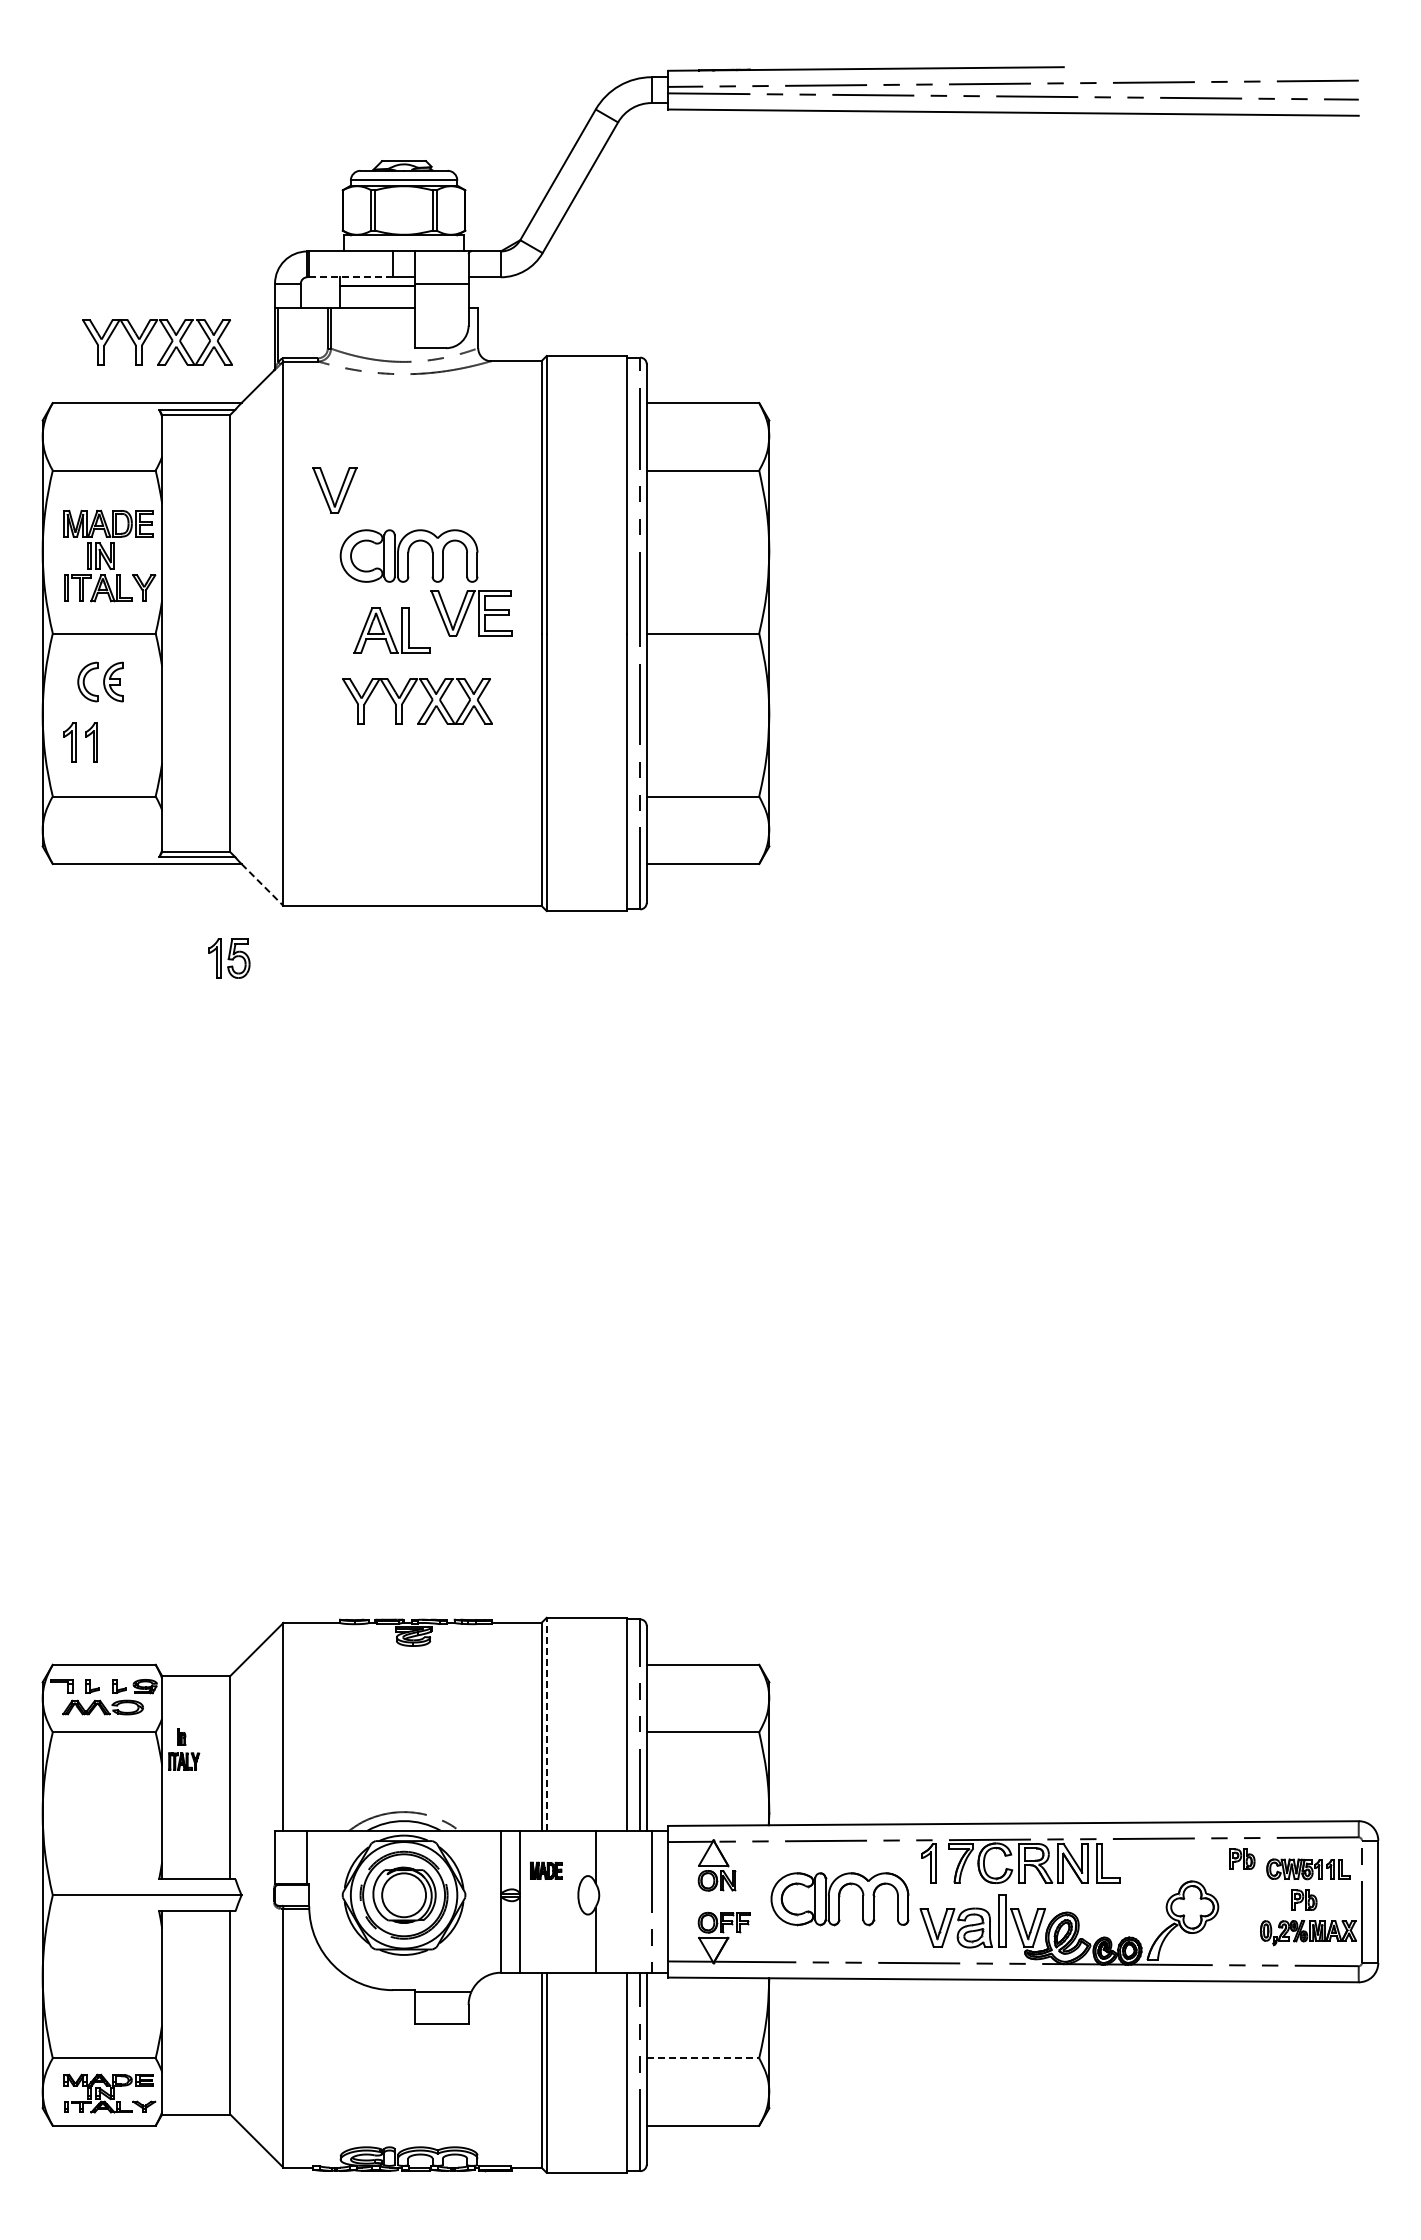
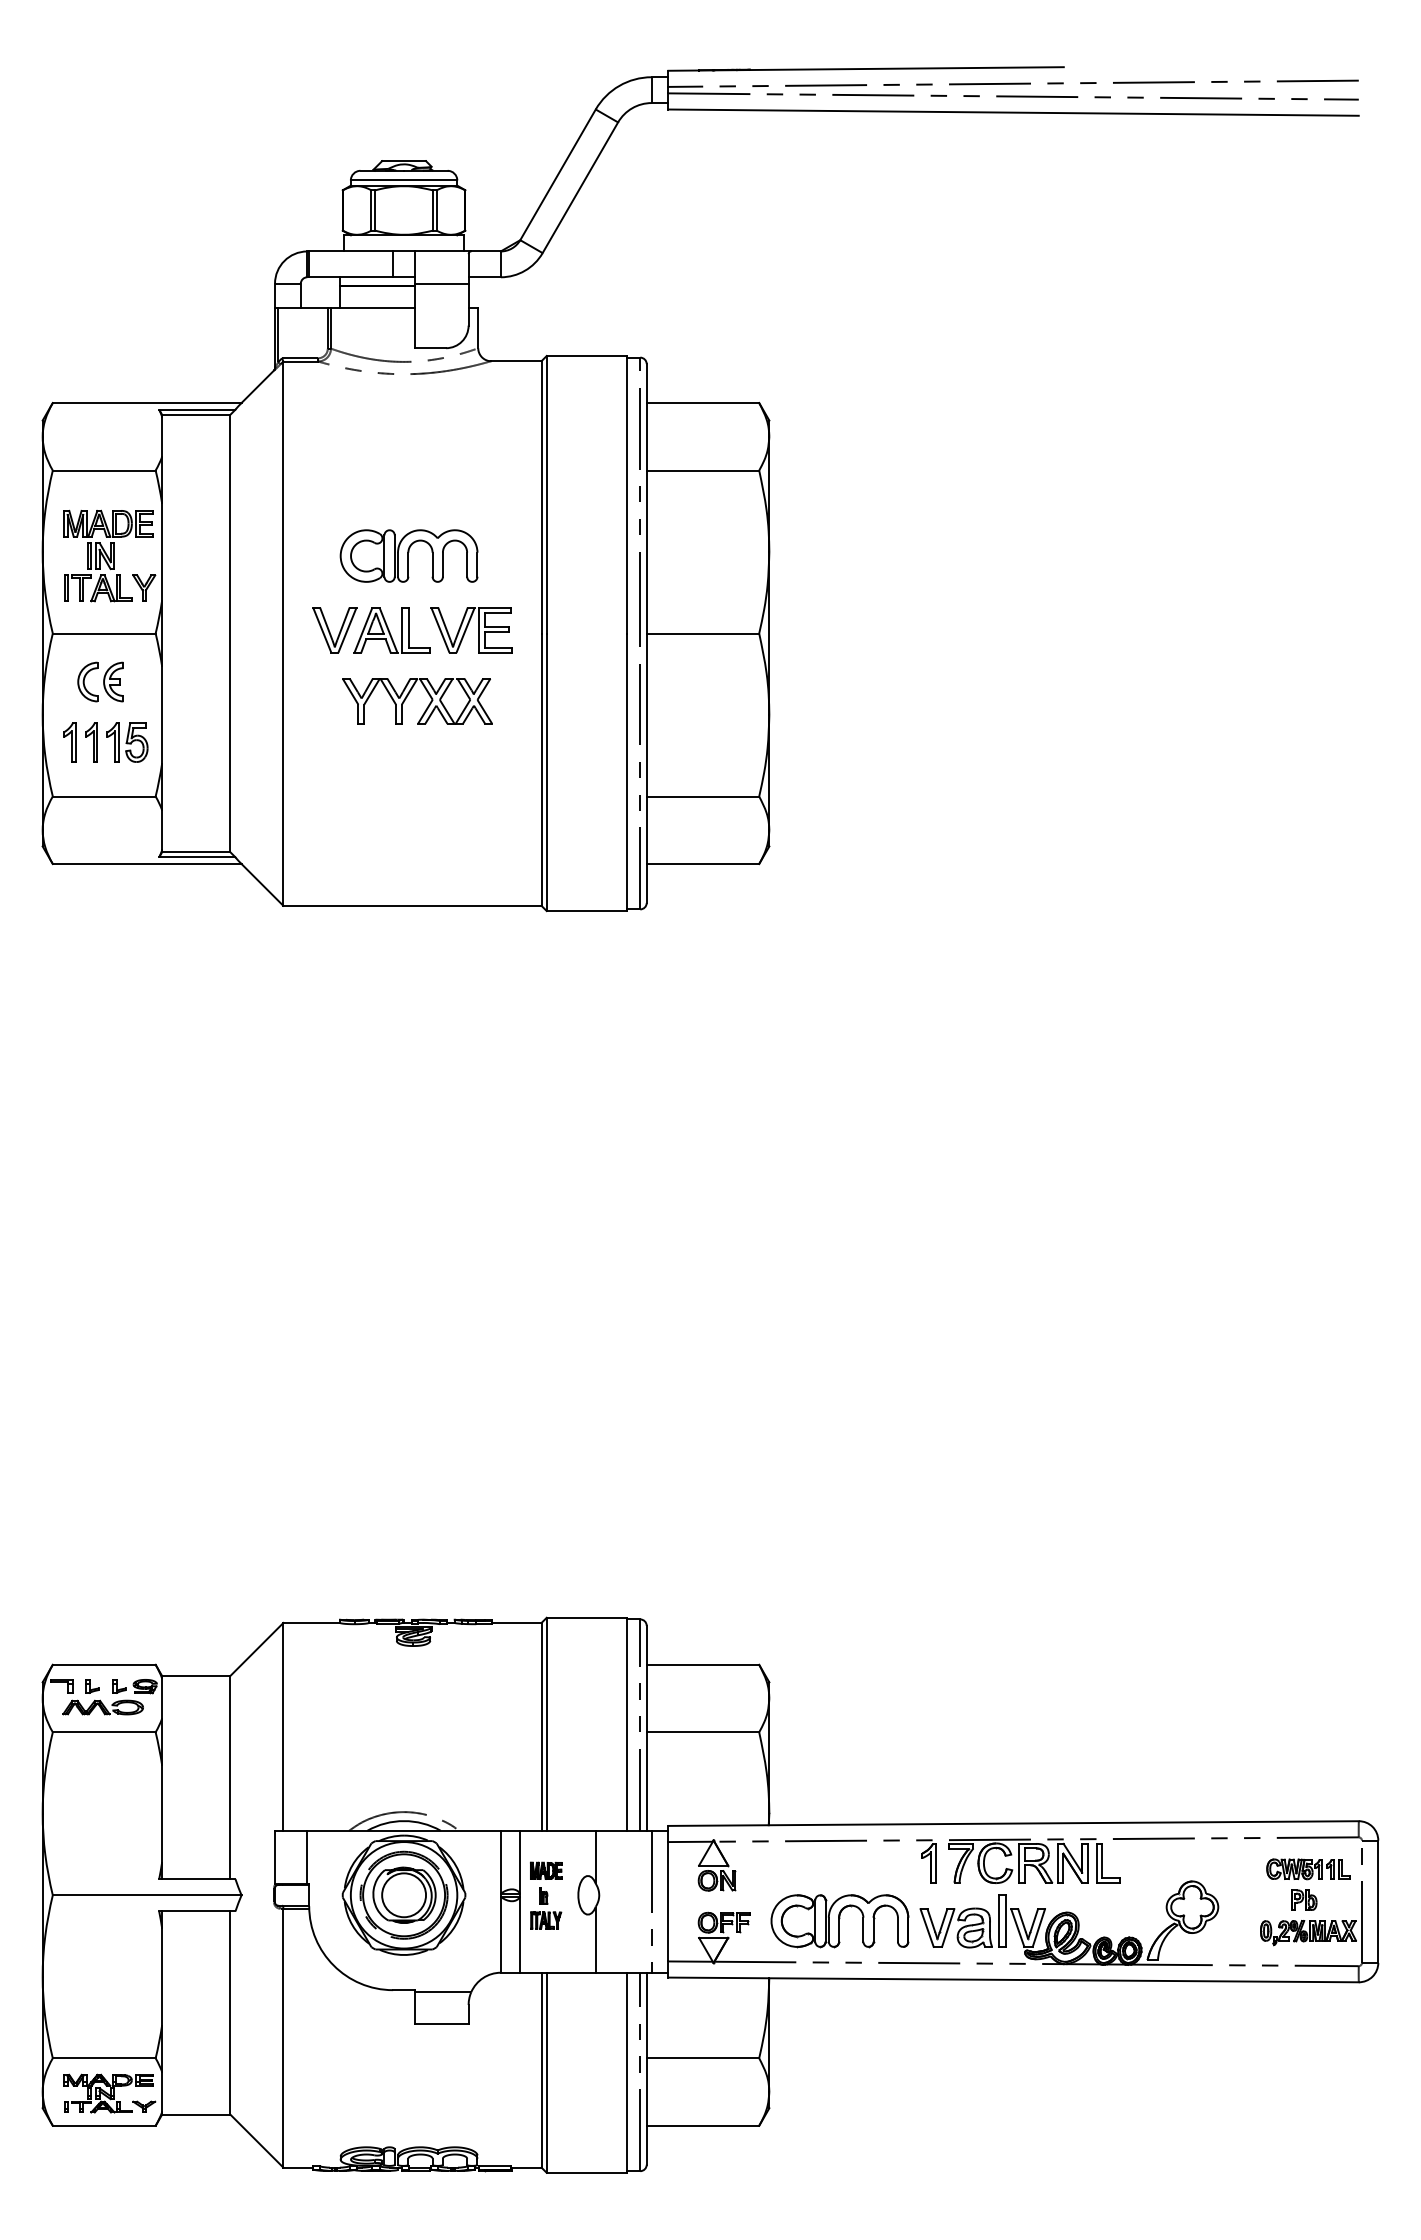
line at (351, 277): dashed -> solid
part at (149, 335): present -> none
part at (334, 490) position: (334, 490) -> (334, 630)
part at (471, 613) position: (471, 613) -> (471, 630)
line at (262, 884): dashed -> solid
part at (229, 958) position: (229, 958) -> (127, 742)
line at (546, 1723): dashed -> solid
part at (184, 1749) position: (184, 1749) -> (546, 1908)
part at (1242, 1858): present -> none
part at (839, 1899) position: (839, 1899) -> (839, 1921)
line at (703, 2058): dashed -> solid
